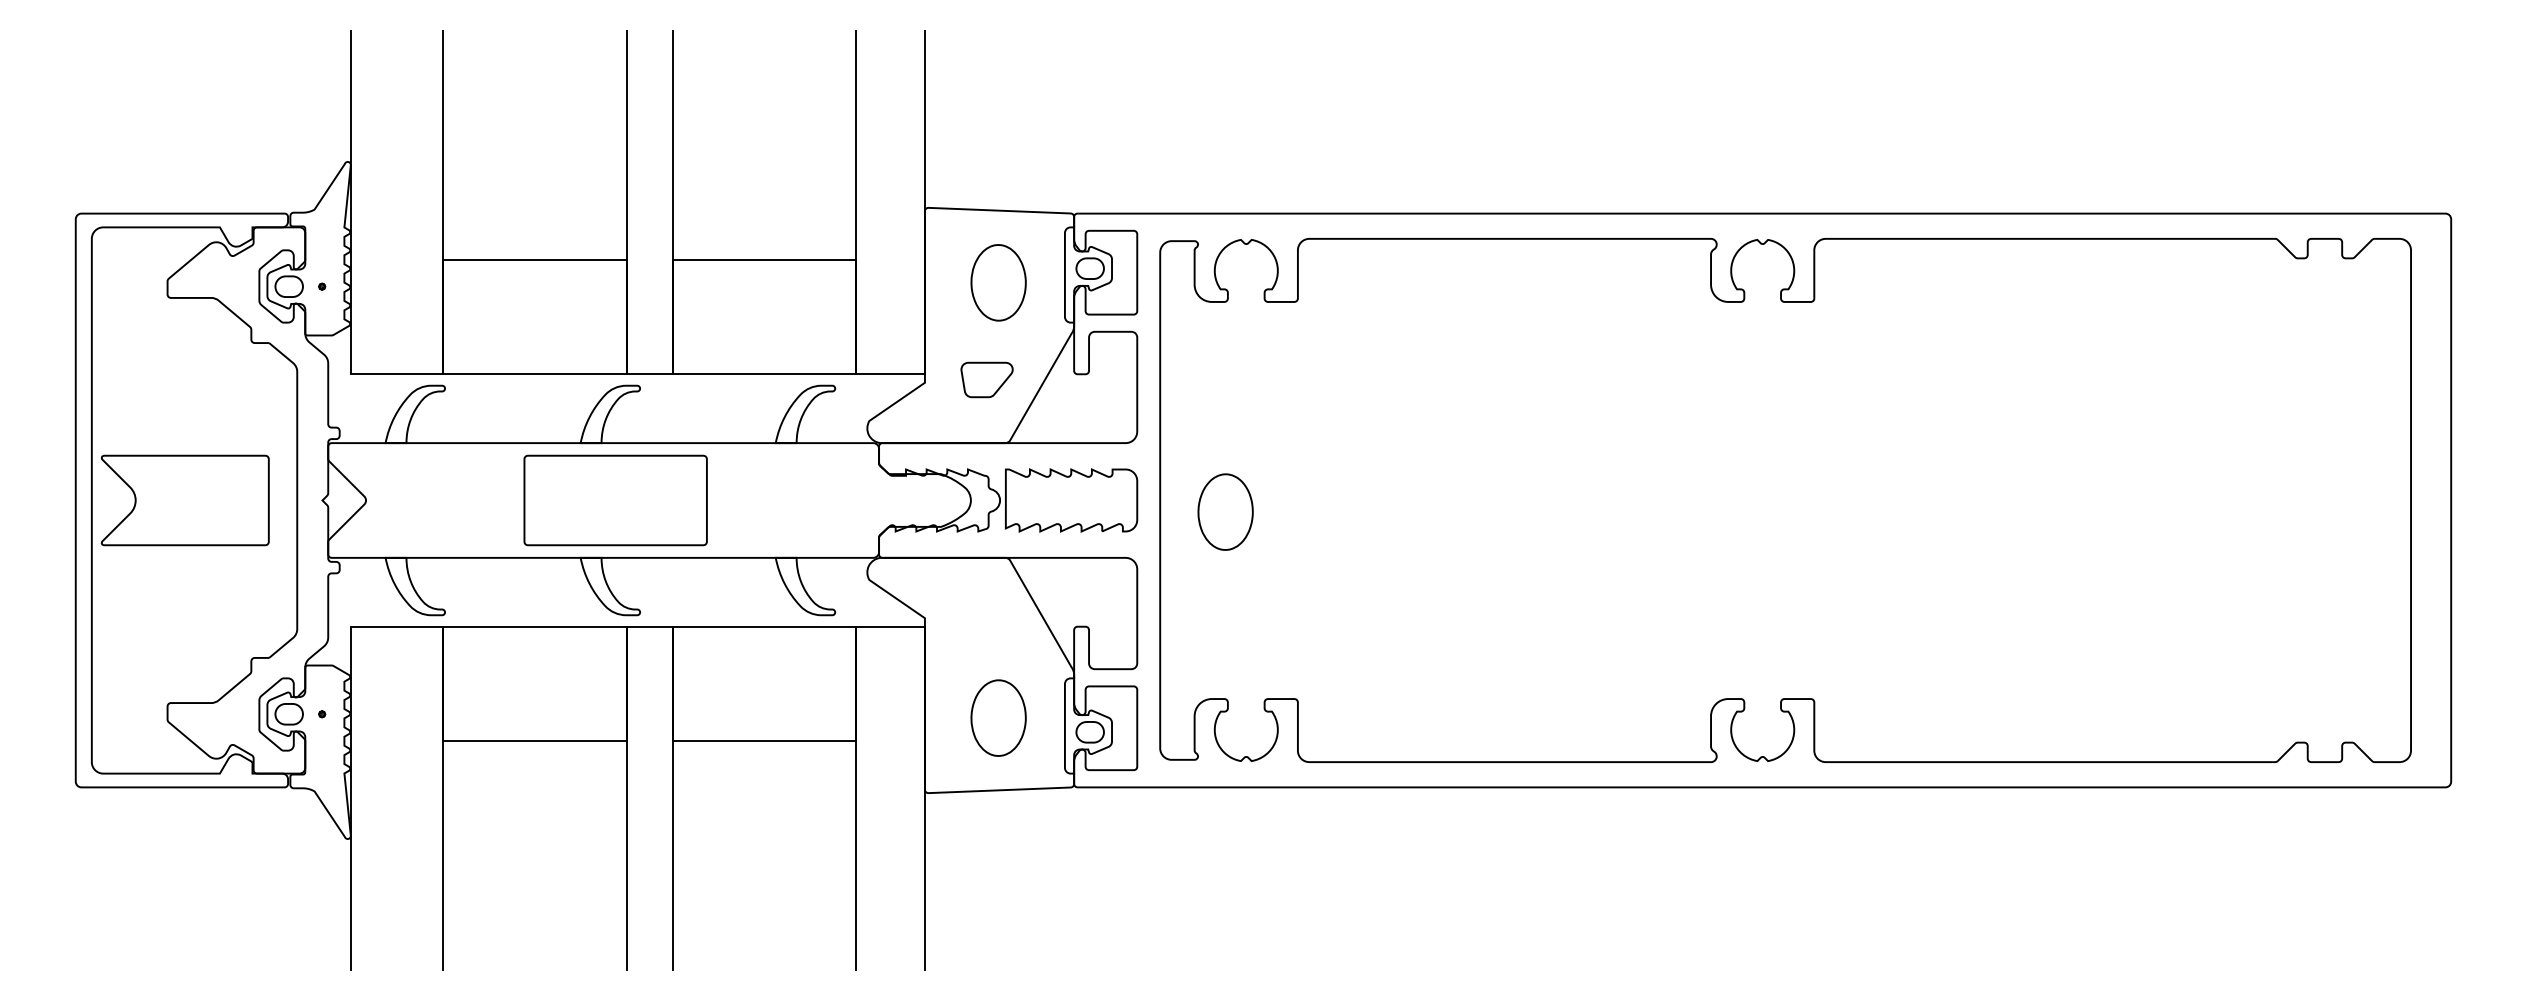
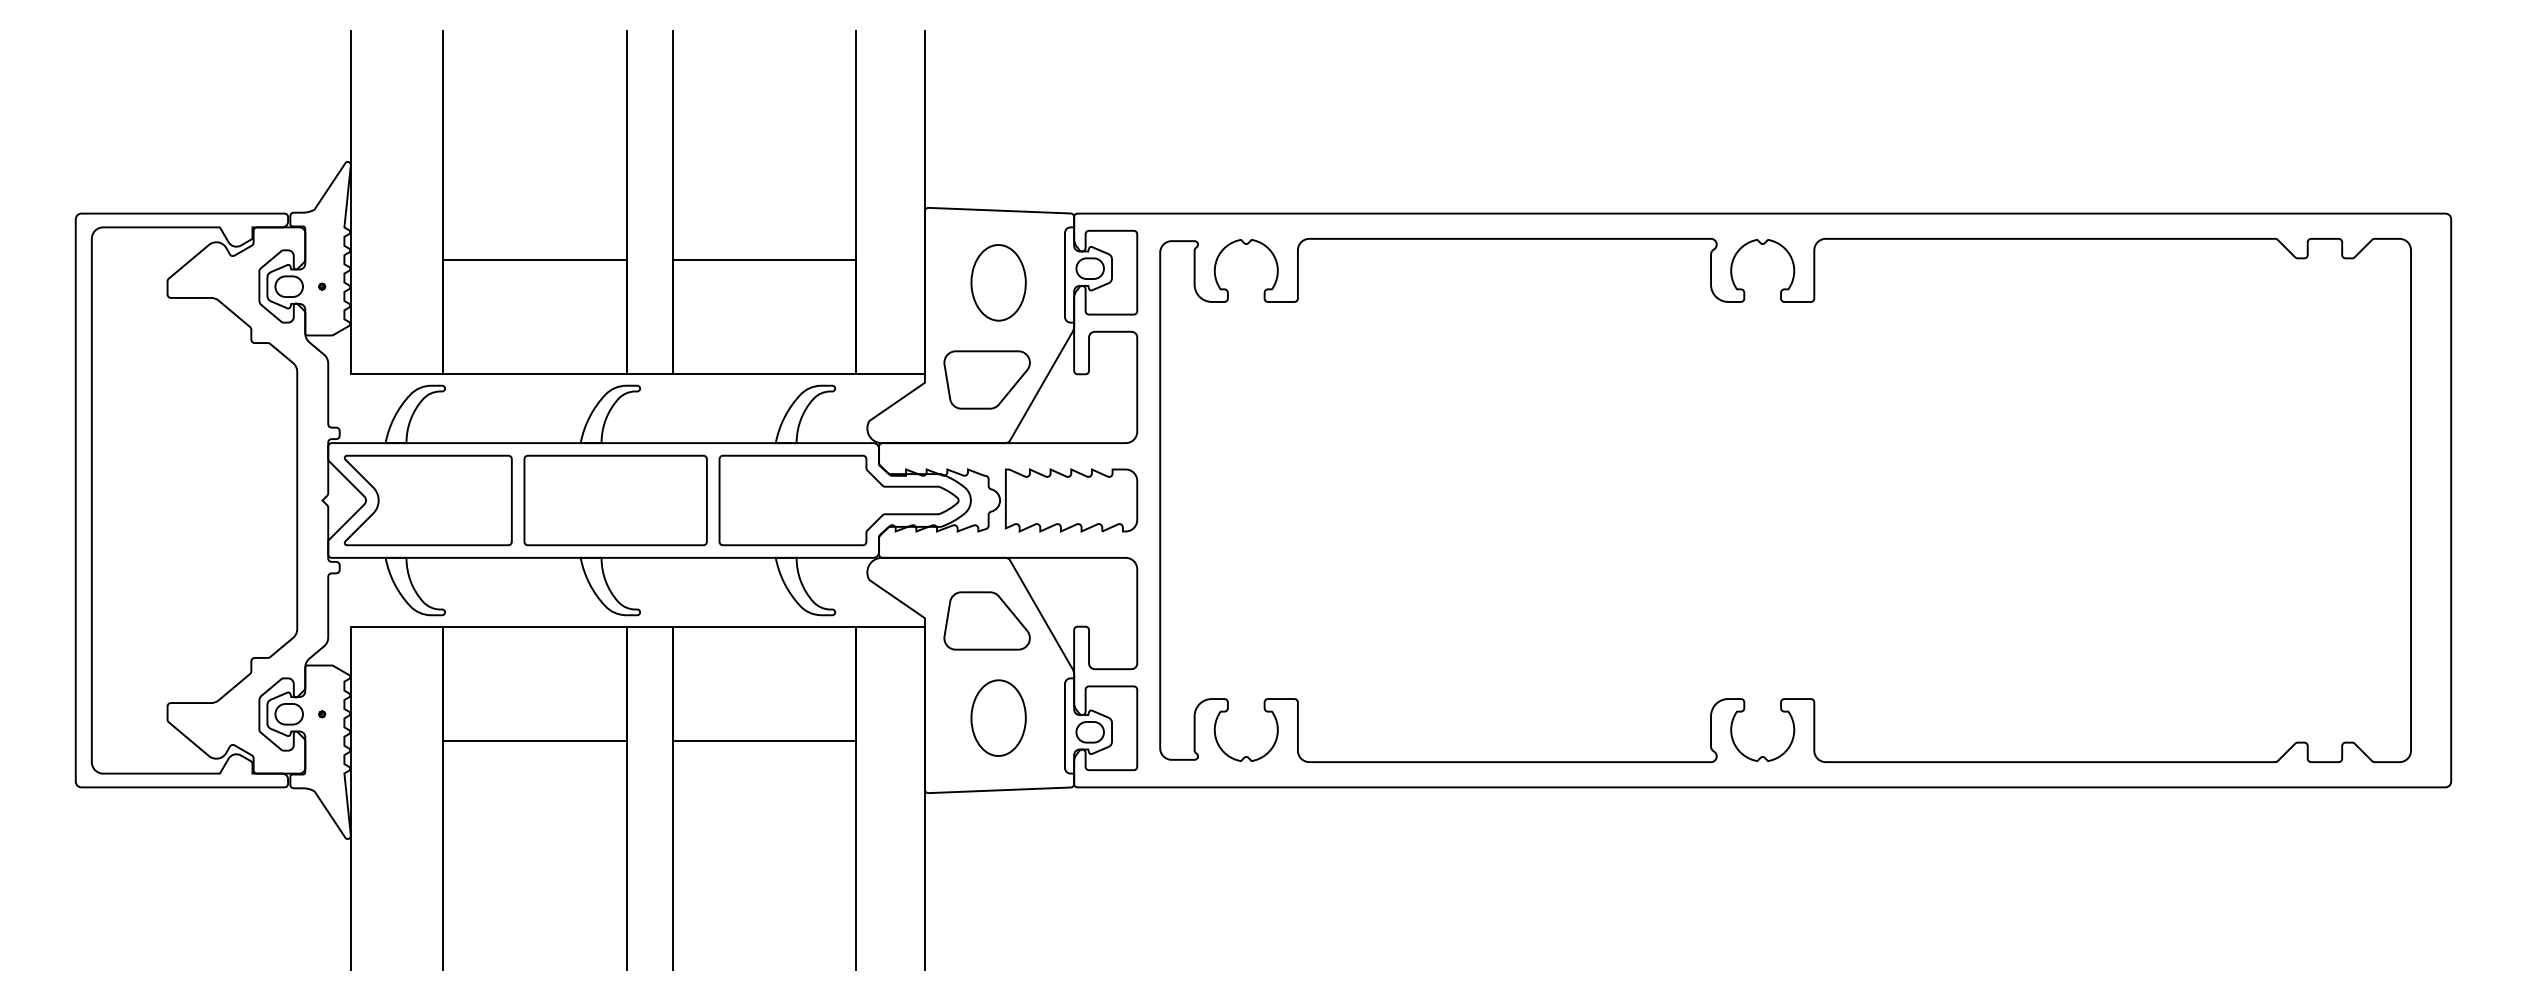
part at (986, 379) size: 54x38 px -> 88x60 px
part at (184, 500) position: (184, 500) -> (427, 500)
part at (838, 500): none -> present
part at (1225, 511): present -> none
part at (986, 620): none -> present
